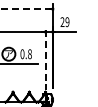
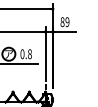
line at (26, 9): dashed -> solid
text at (62, 22): 29 -> 89
line at (45, 53): dashed -> solid
